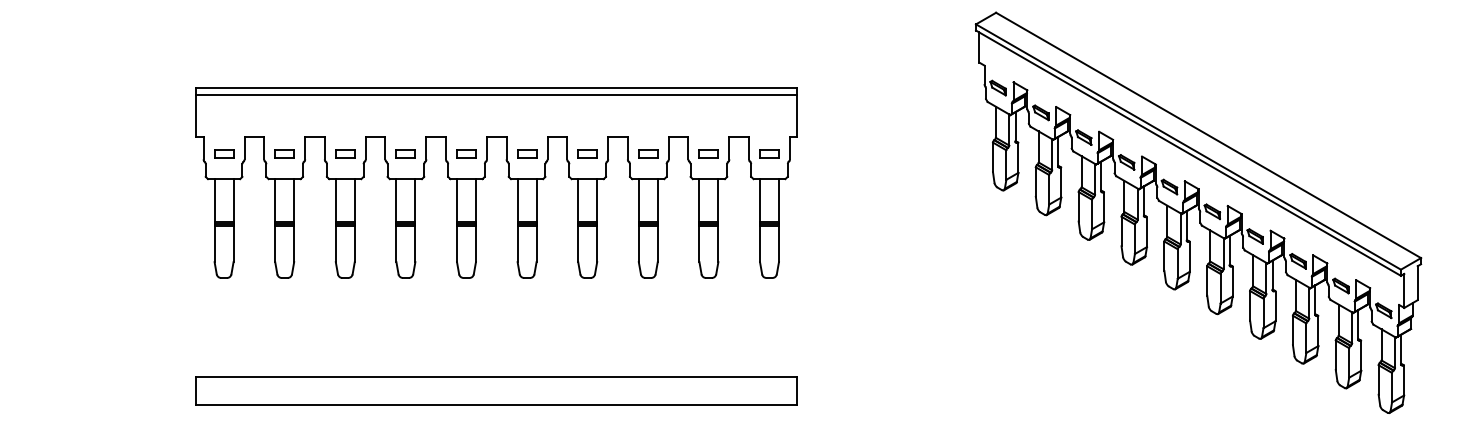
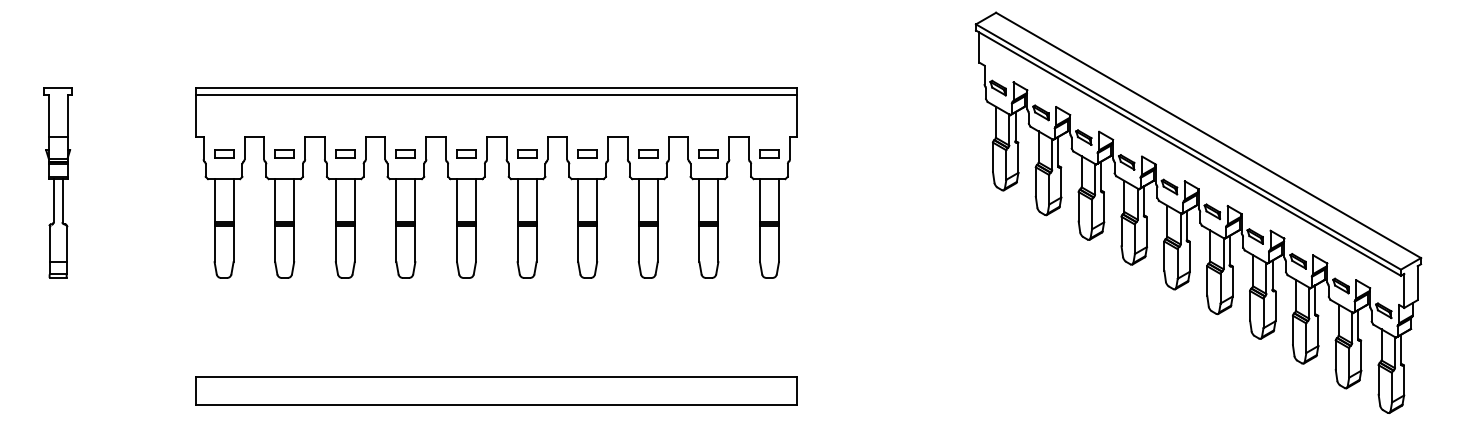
part at (57, 182): none -> present
